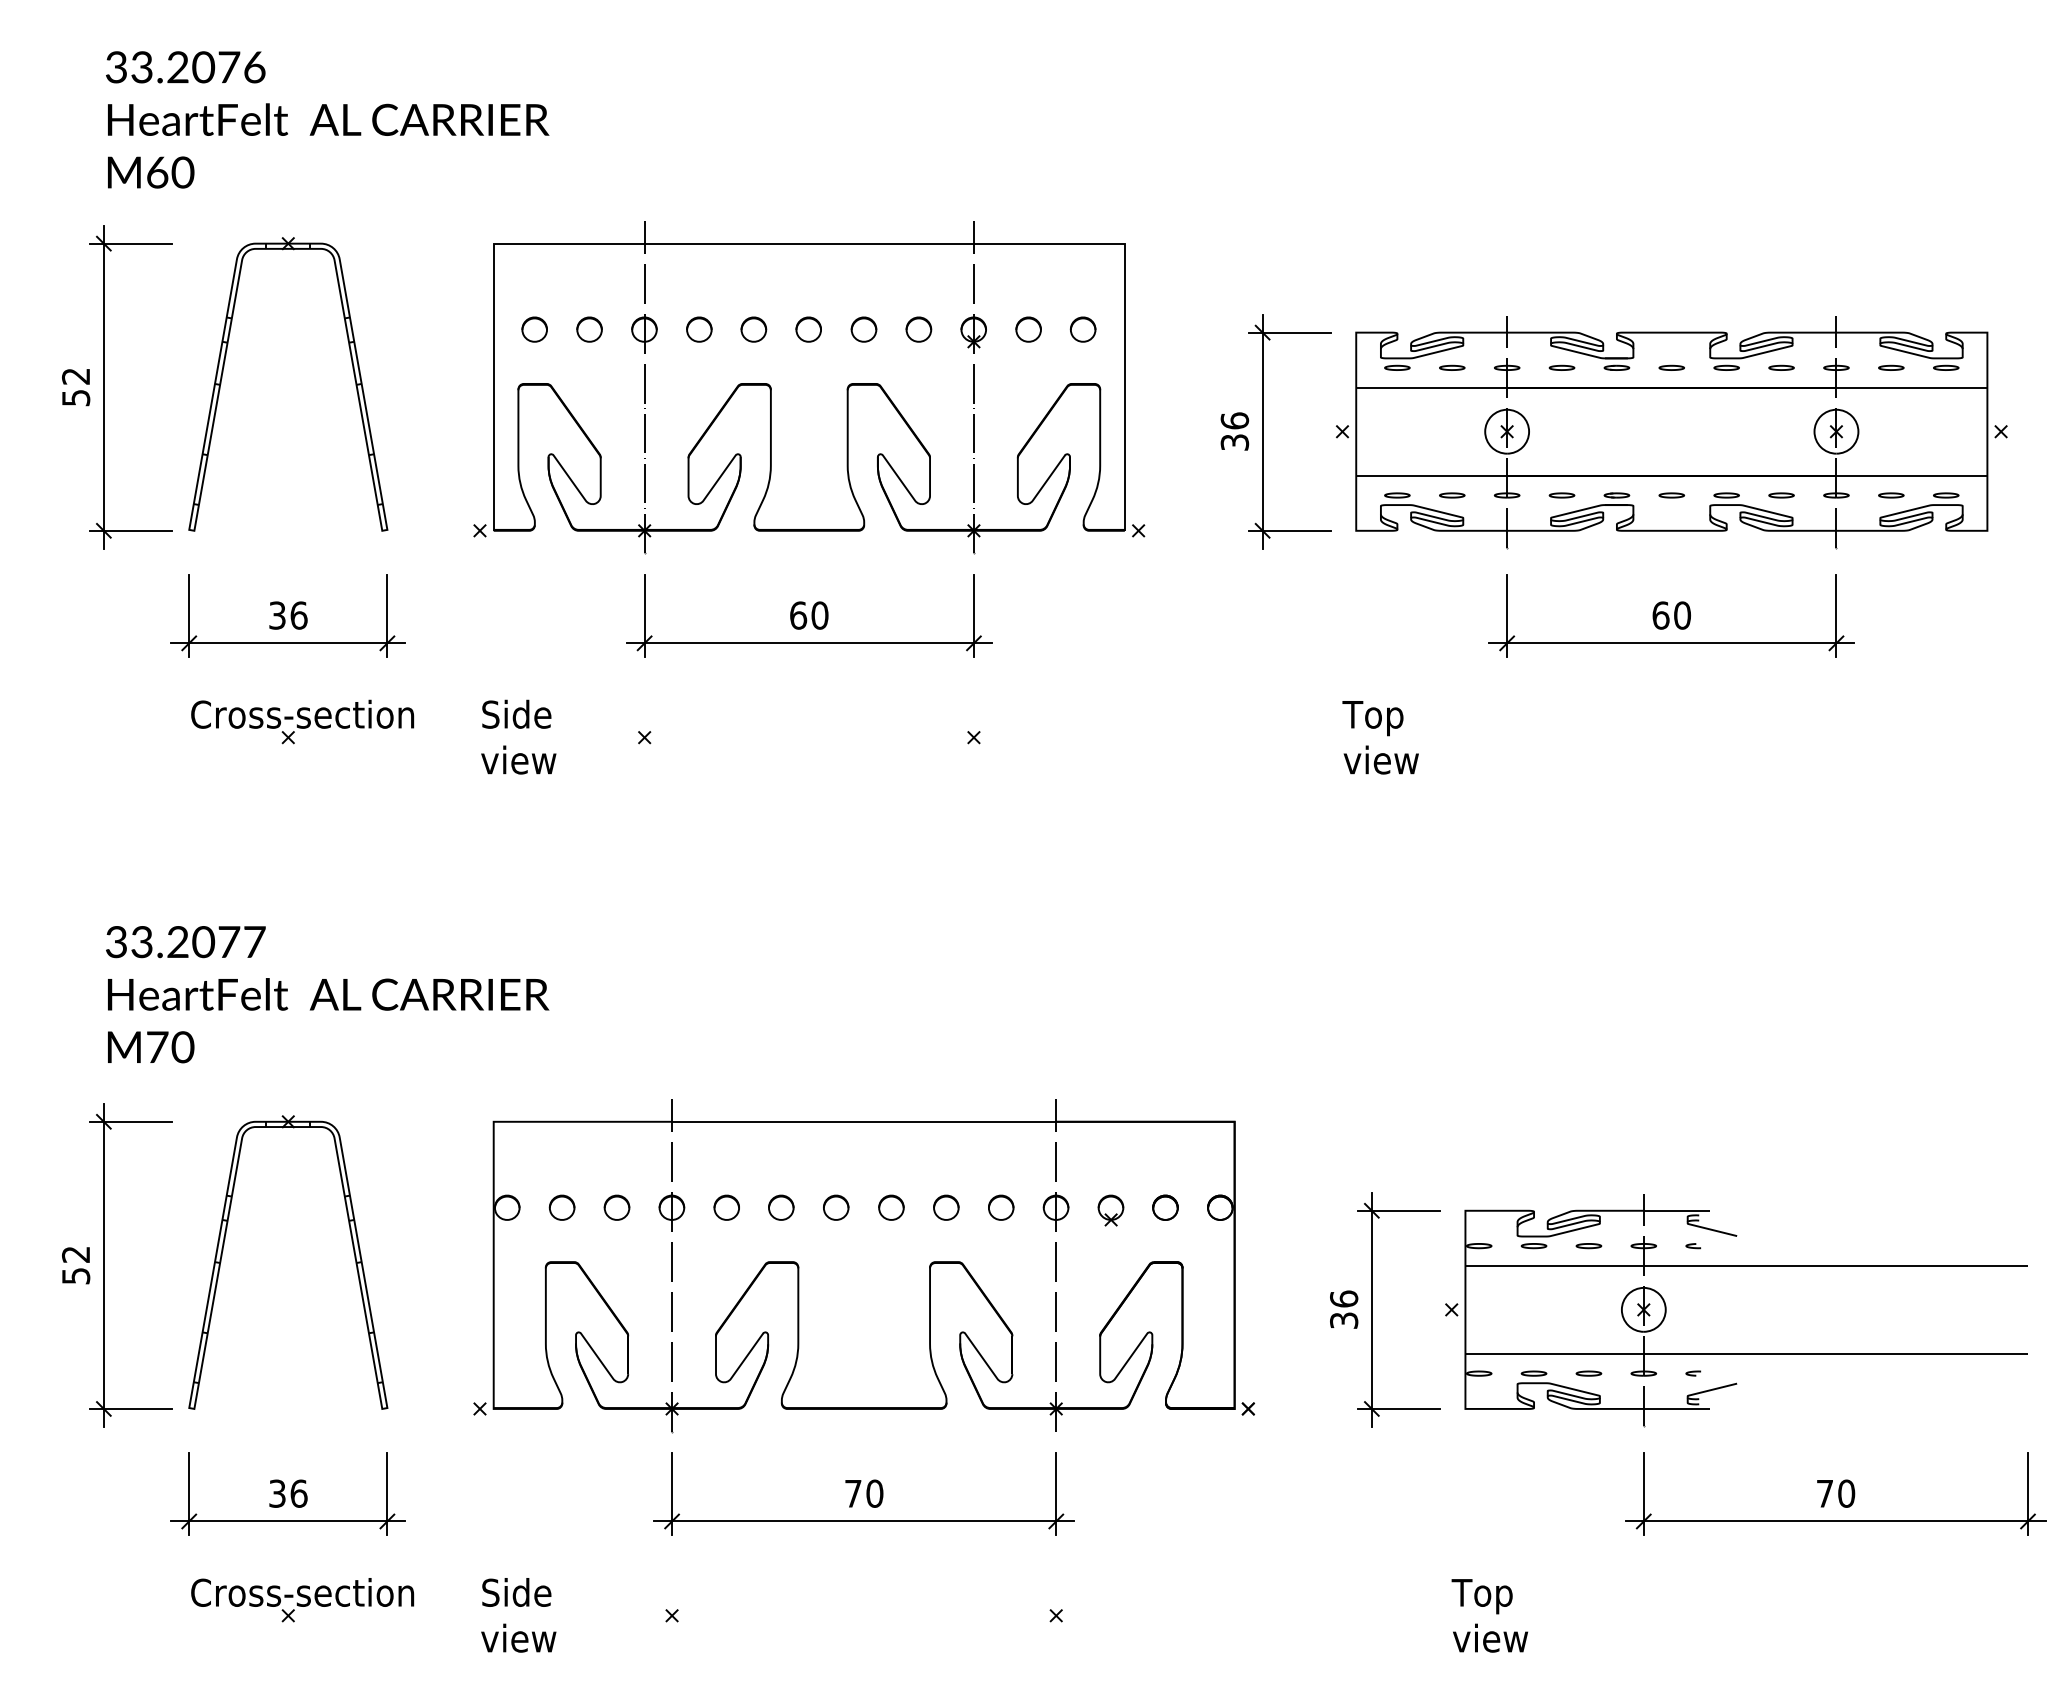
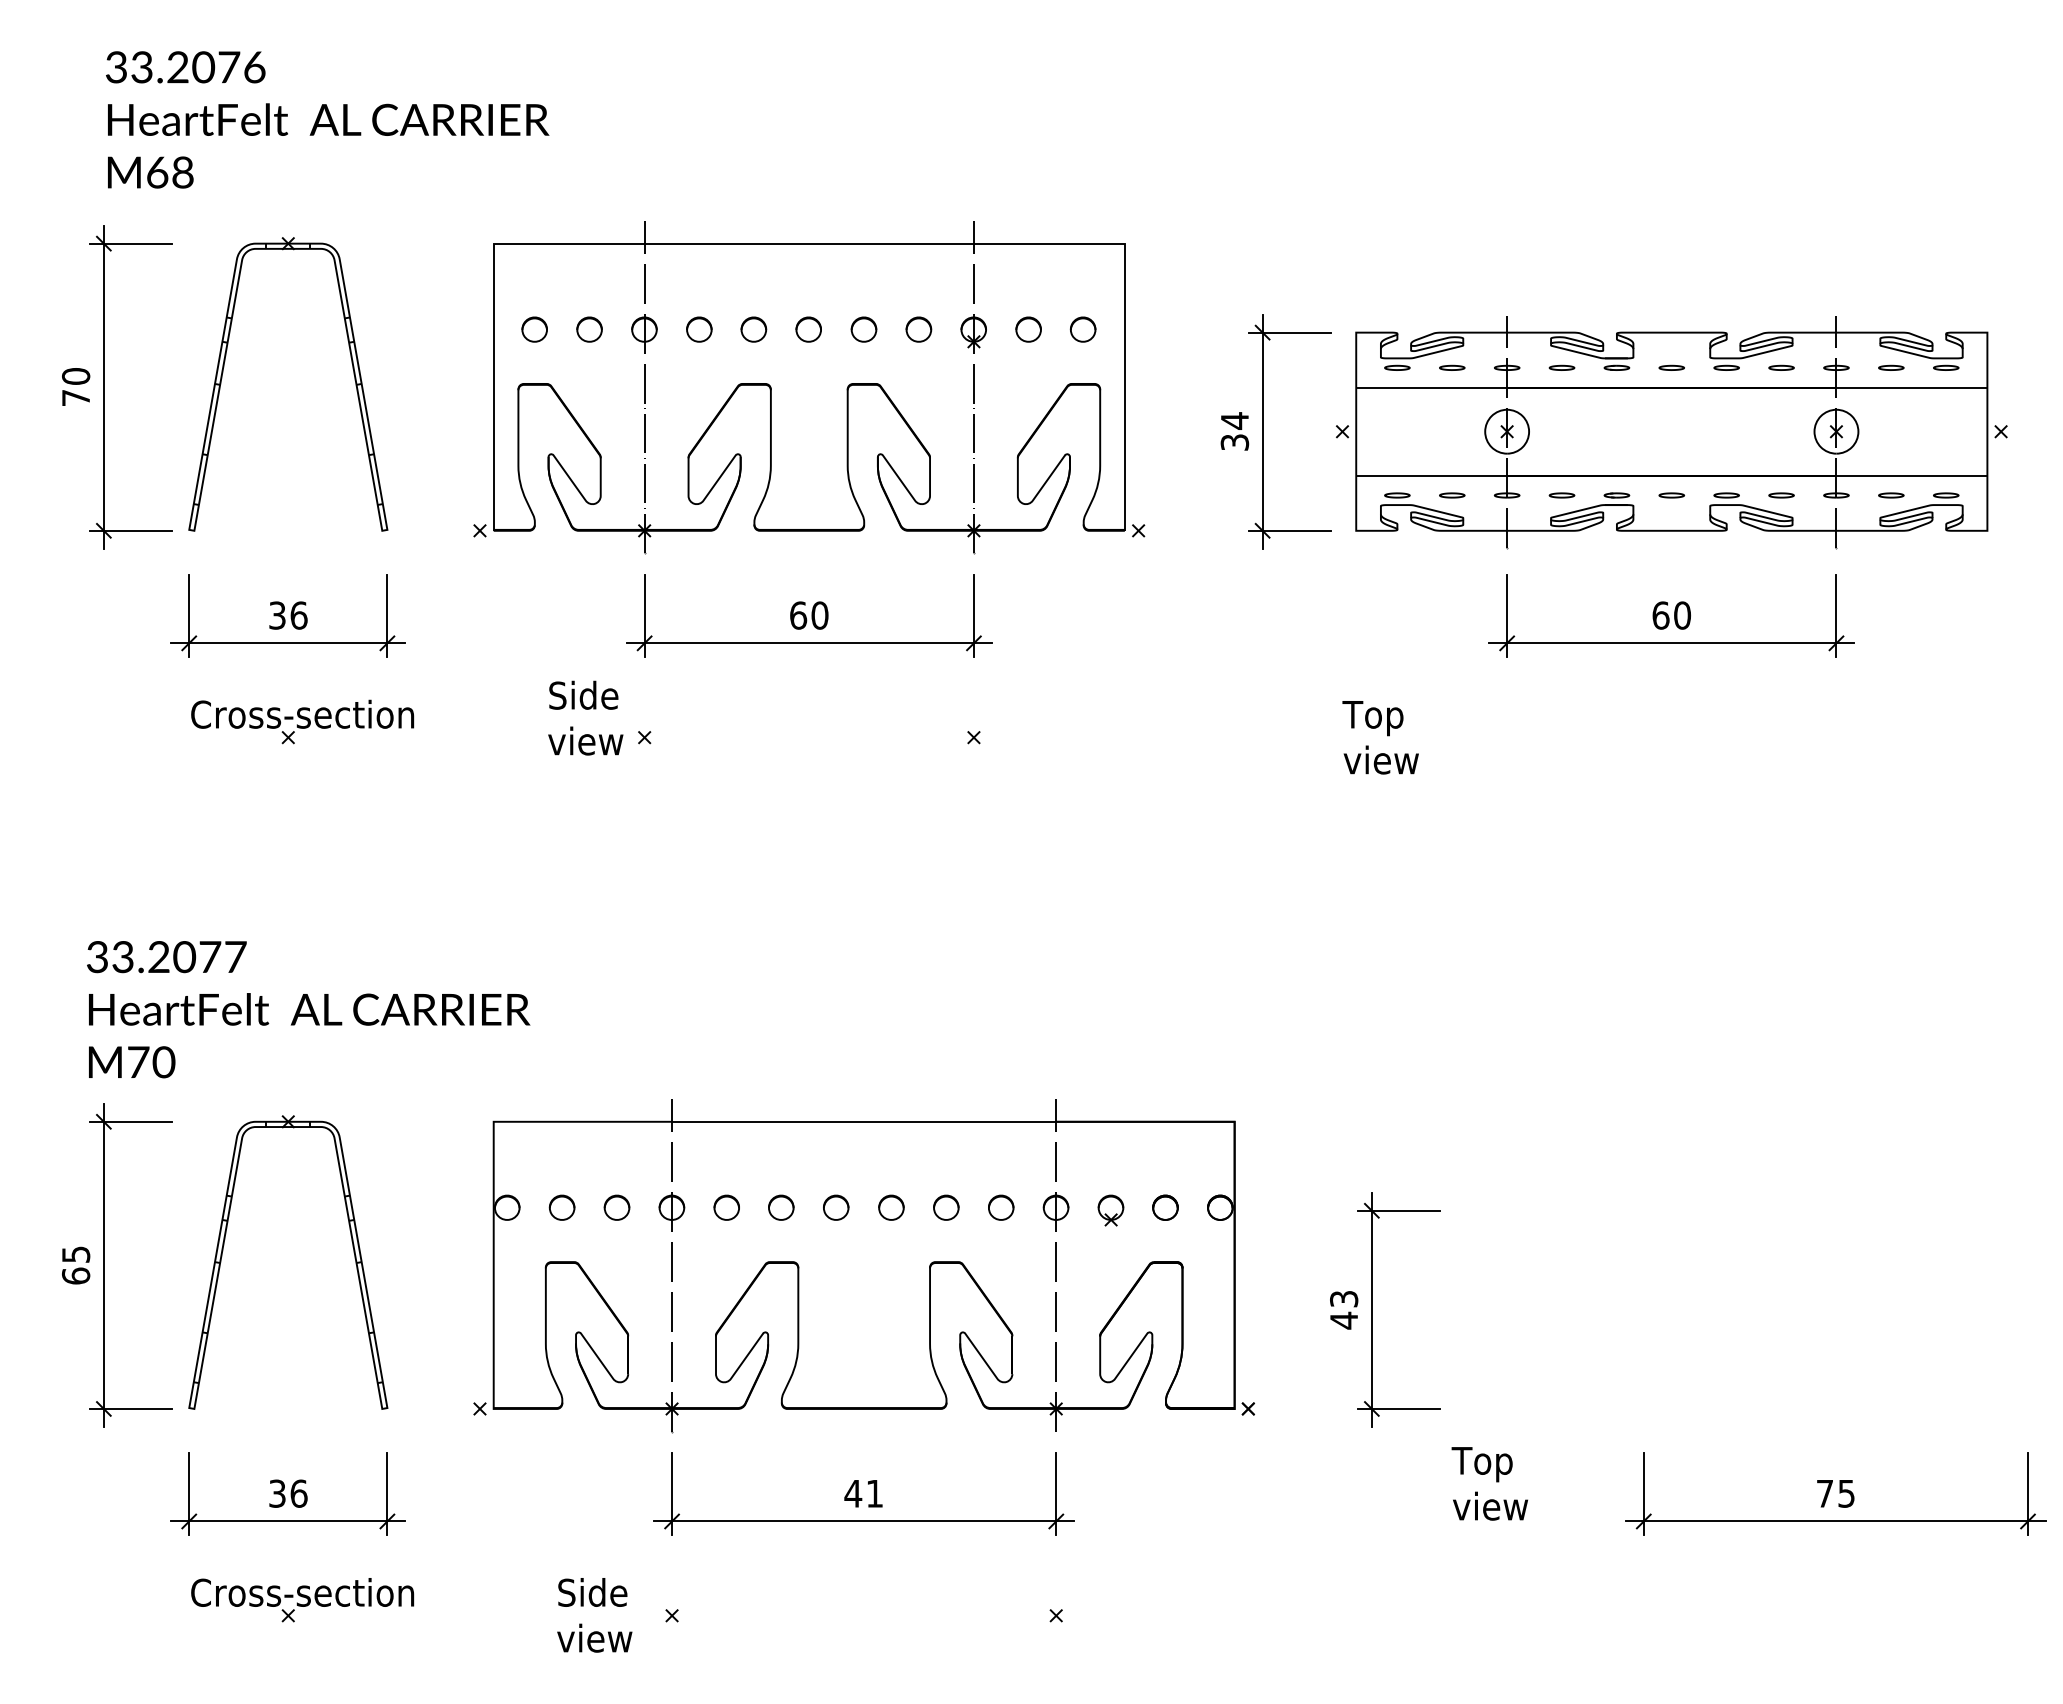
text at (182, 173): M60 -> M68
text at (76, 387): 52 -> 70
text at (1234, 420): 36 -> 34
text at (518, 736) position: (518, 736) -> (585, 717)
text at (327, 994) position: (327, 994) -> (308, 1009)
text at (76, 1265): 52 -> 65
text at (1344, 1309): 36 -> 43
part at (1736, 1353): present -> none
text at (863, 1493): 70 -> 41
text at (1846, 1493): 70 -> 75
text at (518, 1615) position: (518, 1615) -> (594, 1615)
text at (1489, 1615) position: (1489, 1615) -> (1489, 1483)
